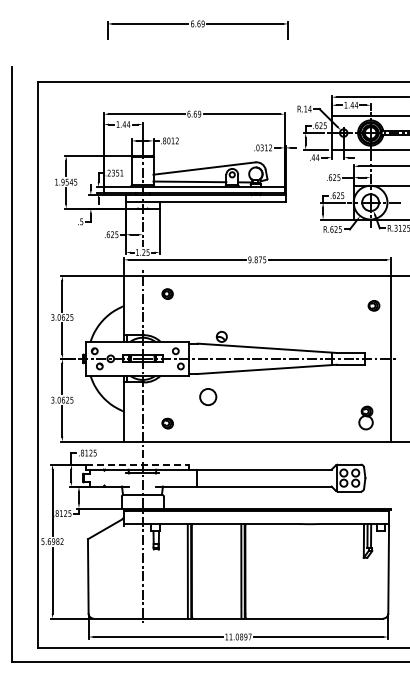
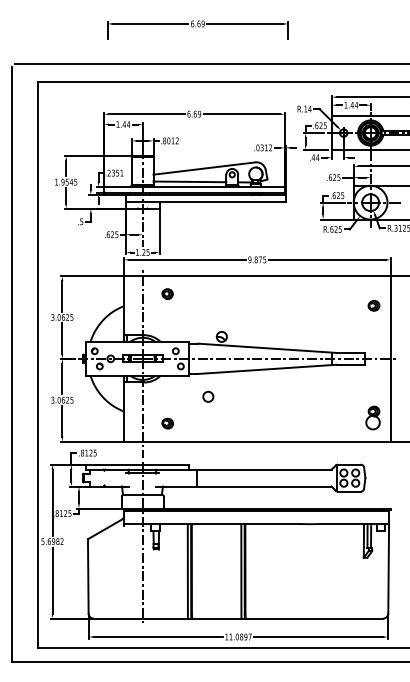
line at (210, 64): none -> present
circle at (208, 396) size: 19x18 px -> 13x13 px
part at (365, 417) position: (365, 417) -> (372, 417)
line at (137, 464): dashed -> solid
